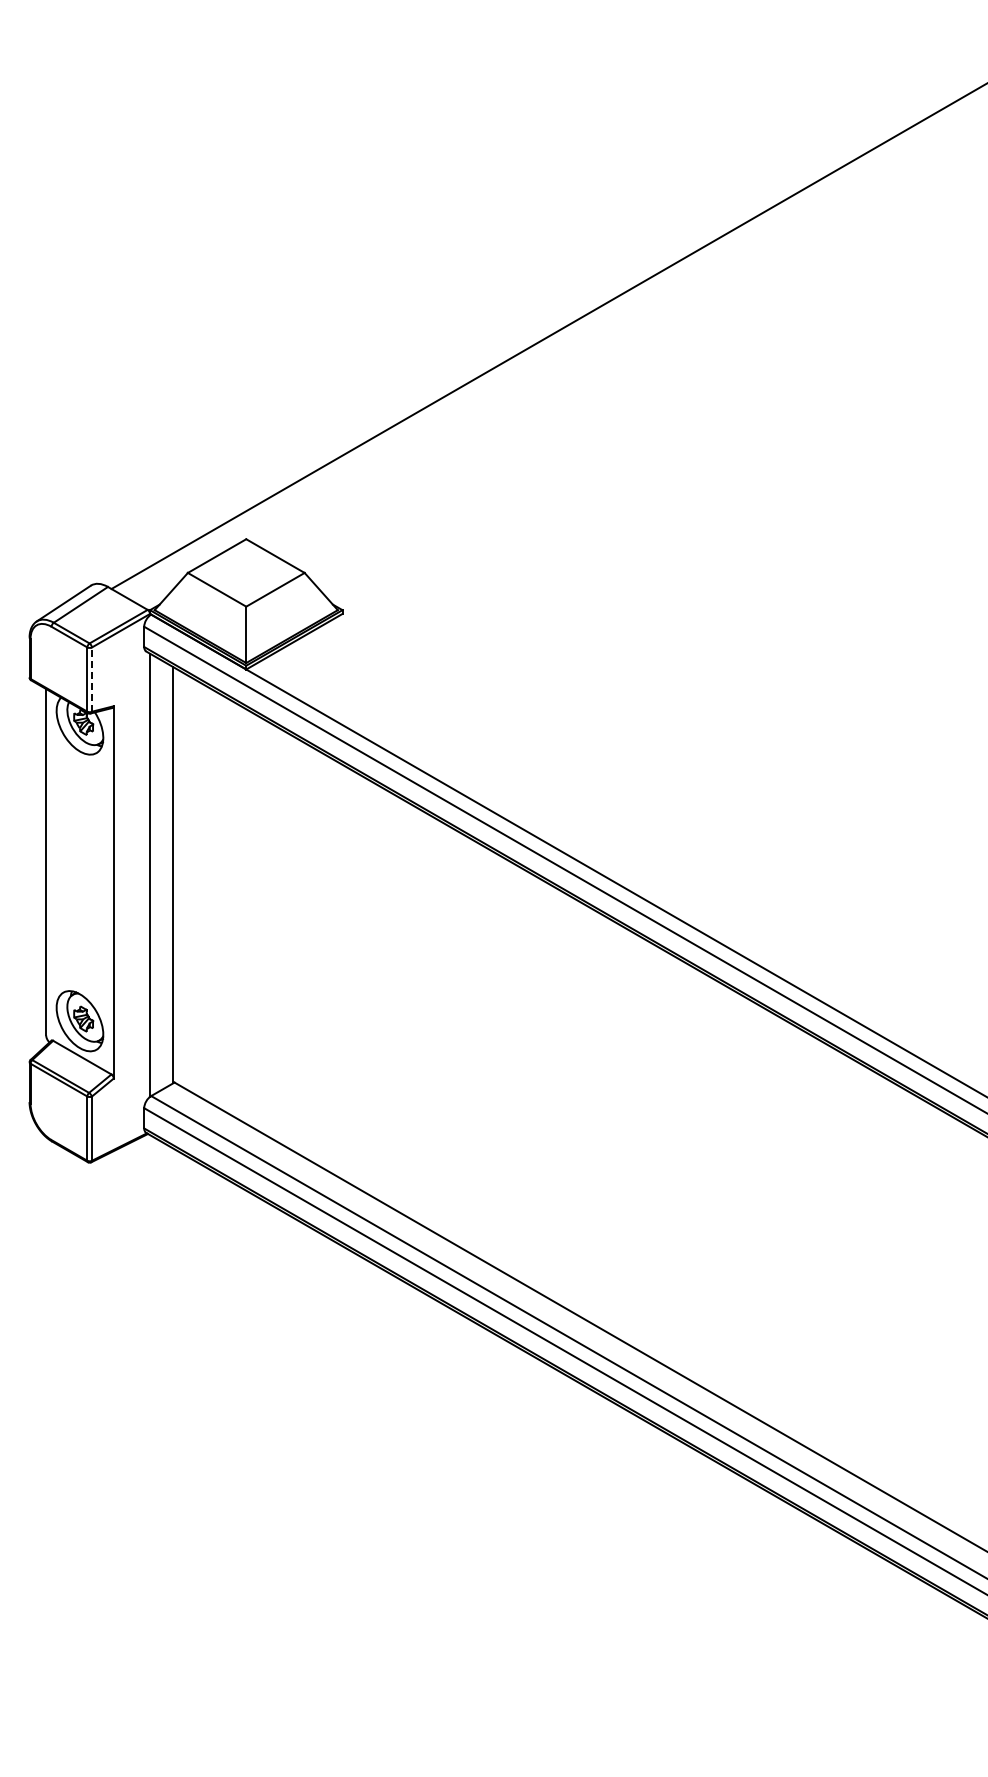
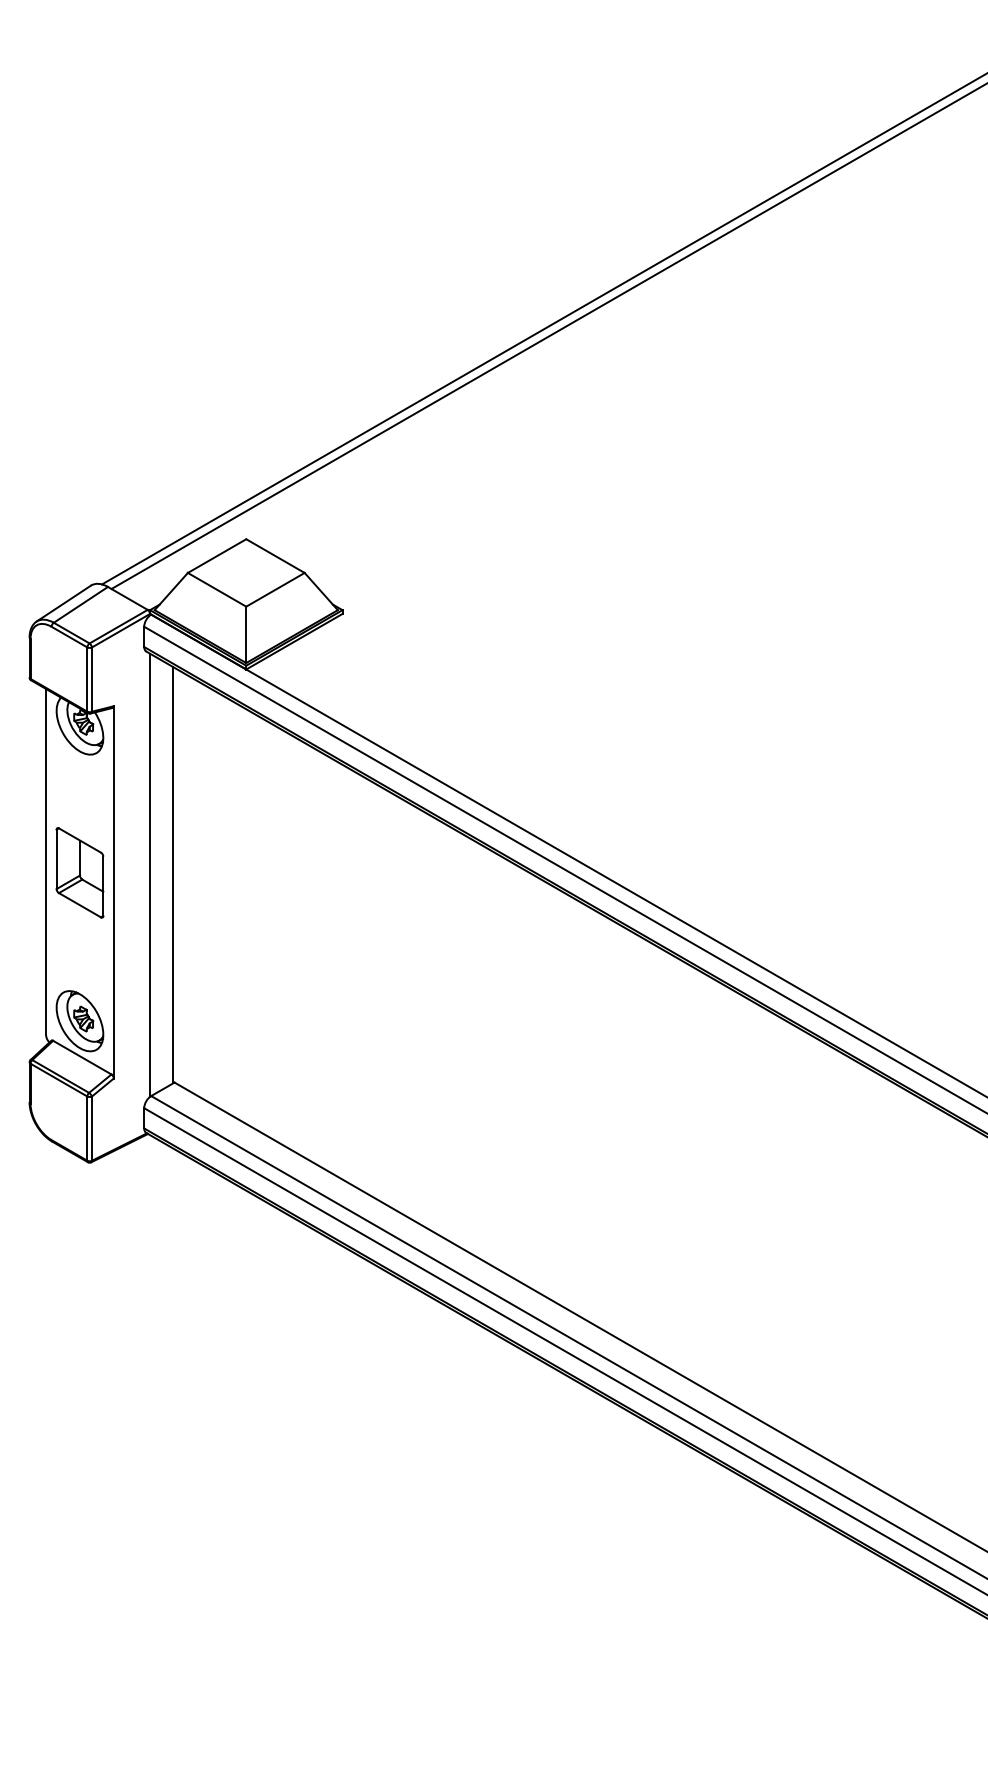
line at (543, 329): none -> present
line at (91, 679): dashed -> solid
part at (79, 872): none -> present
